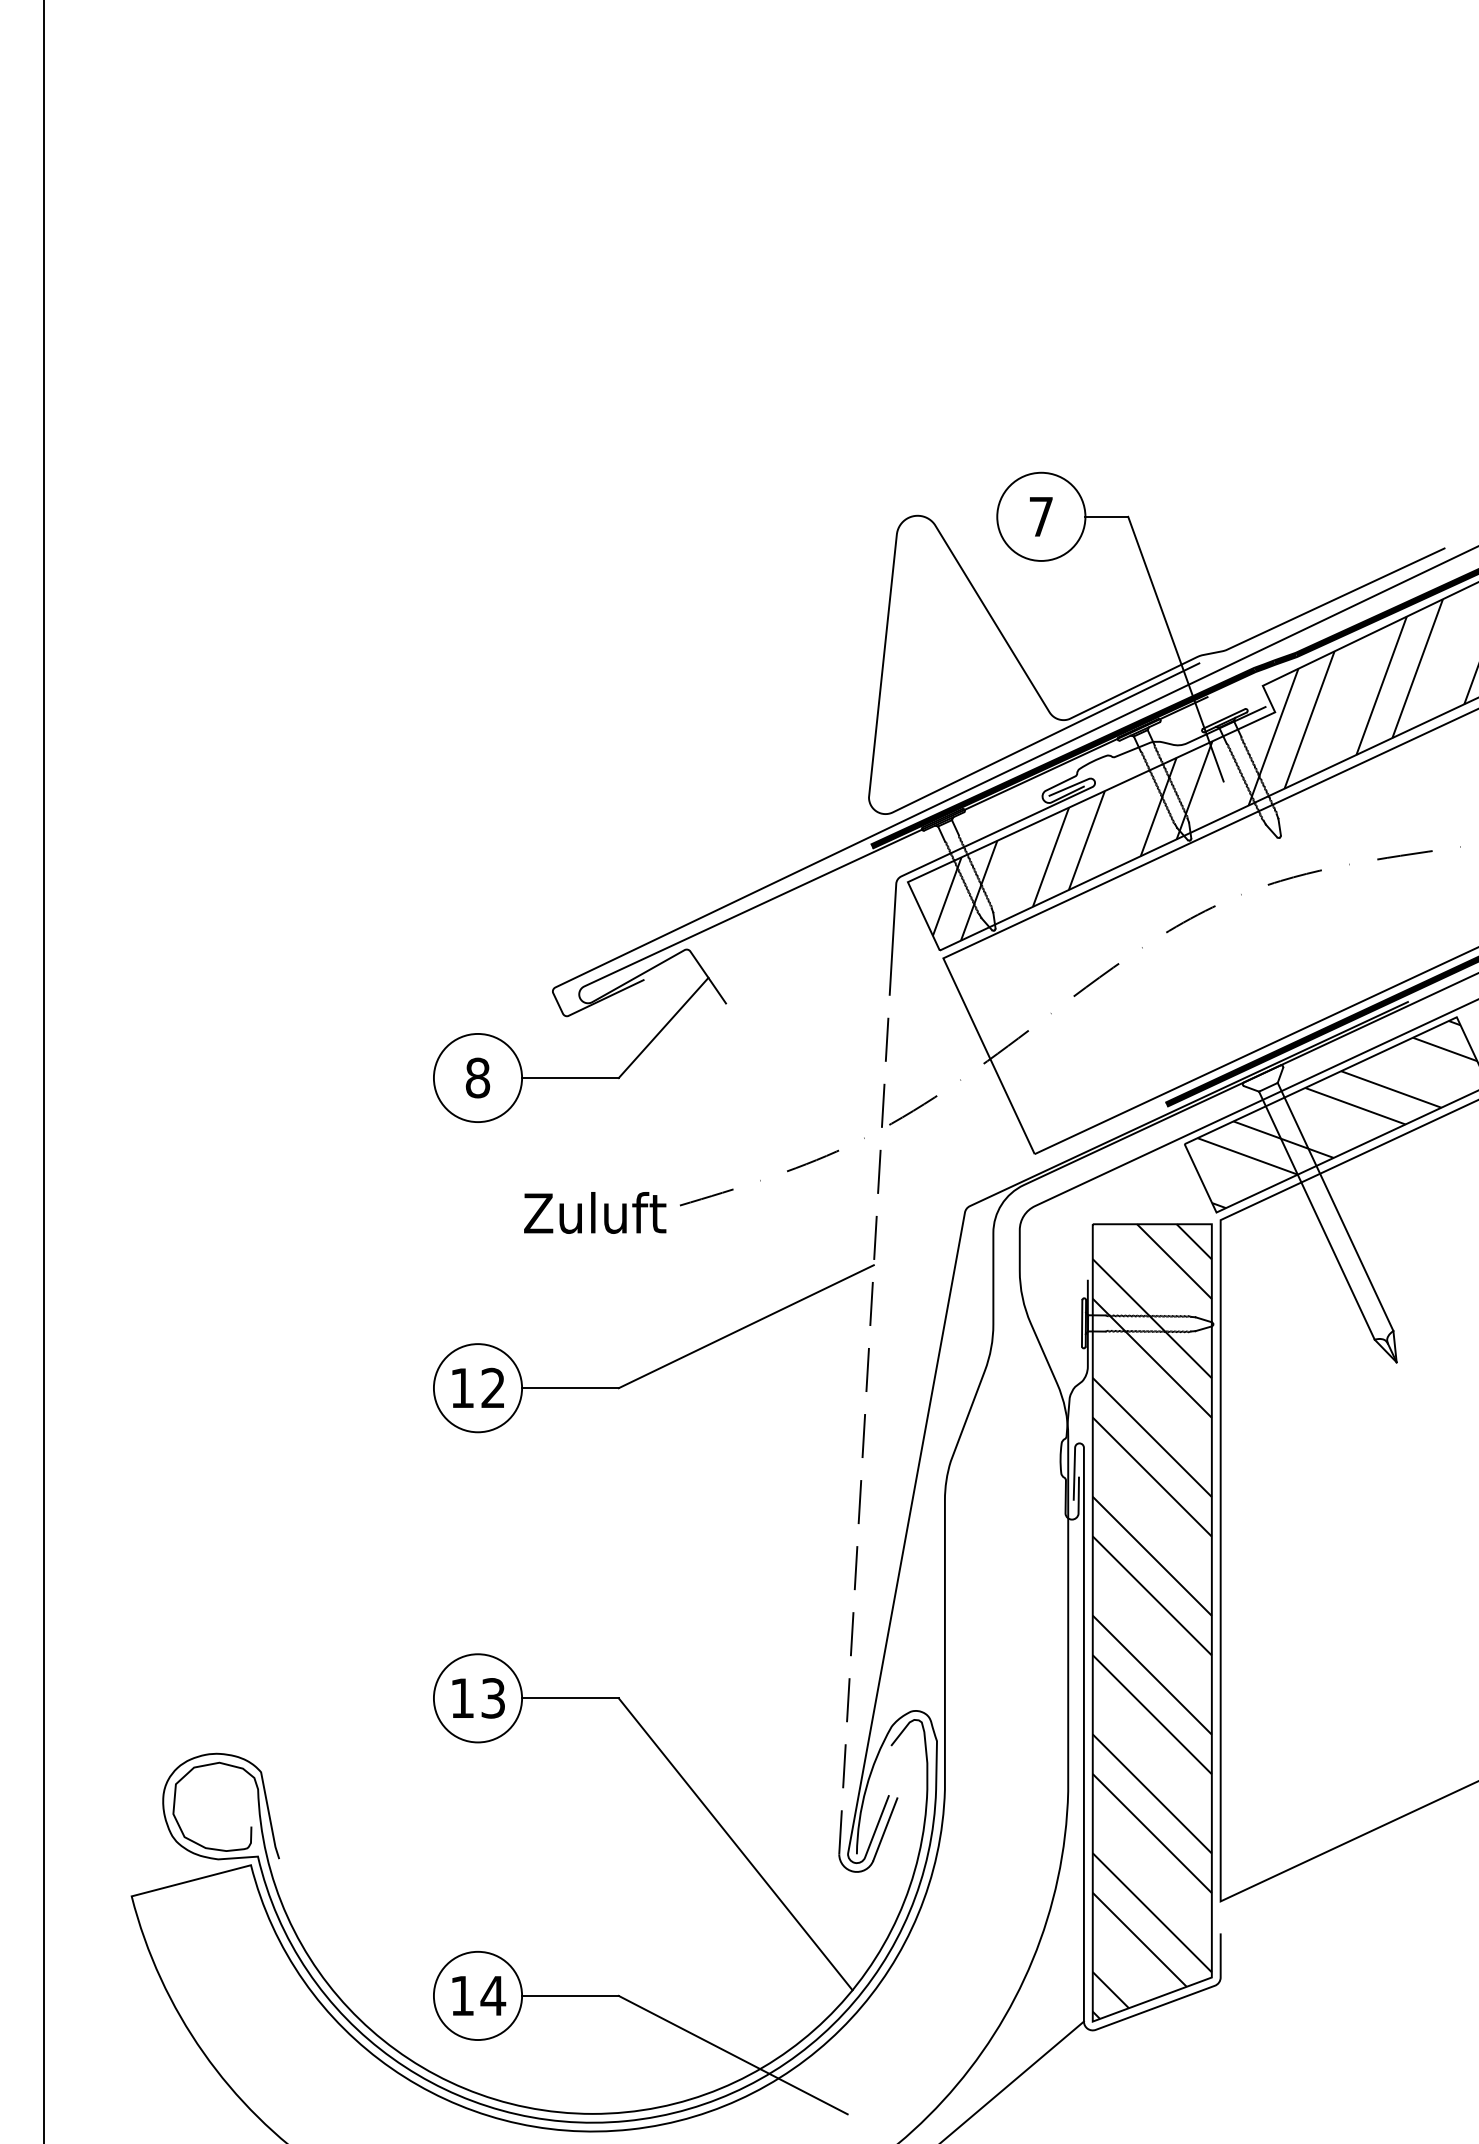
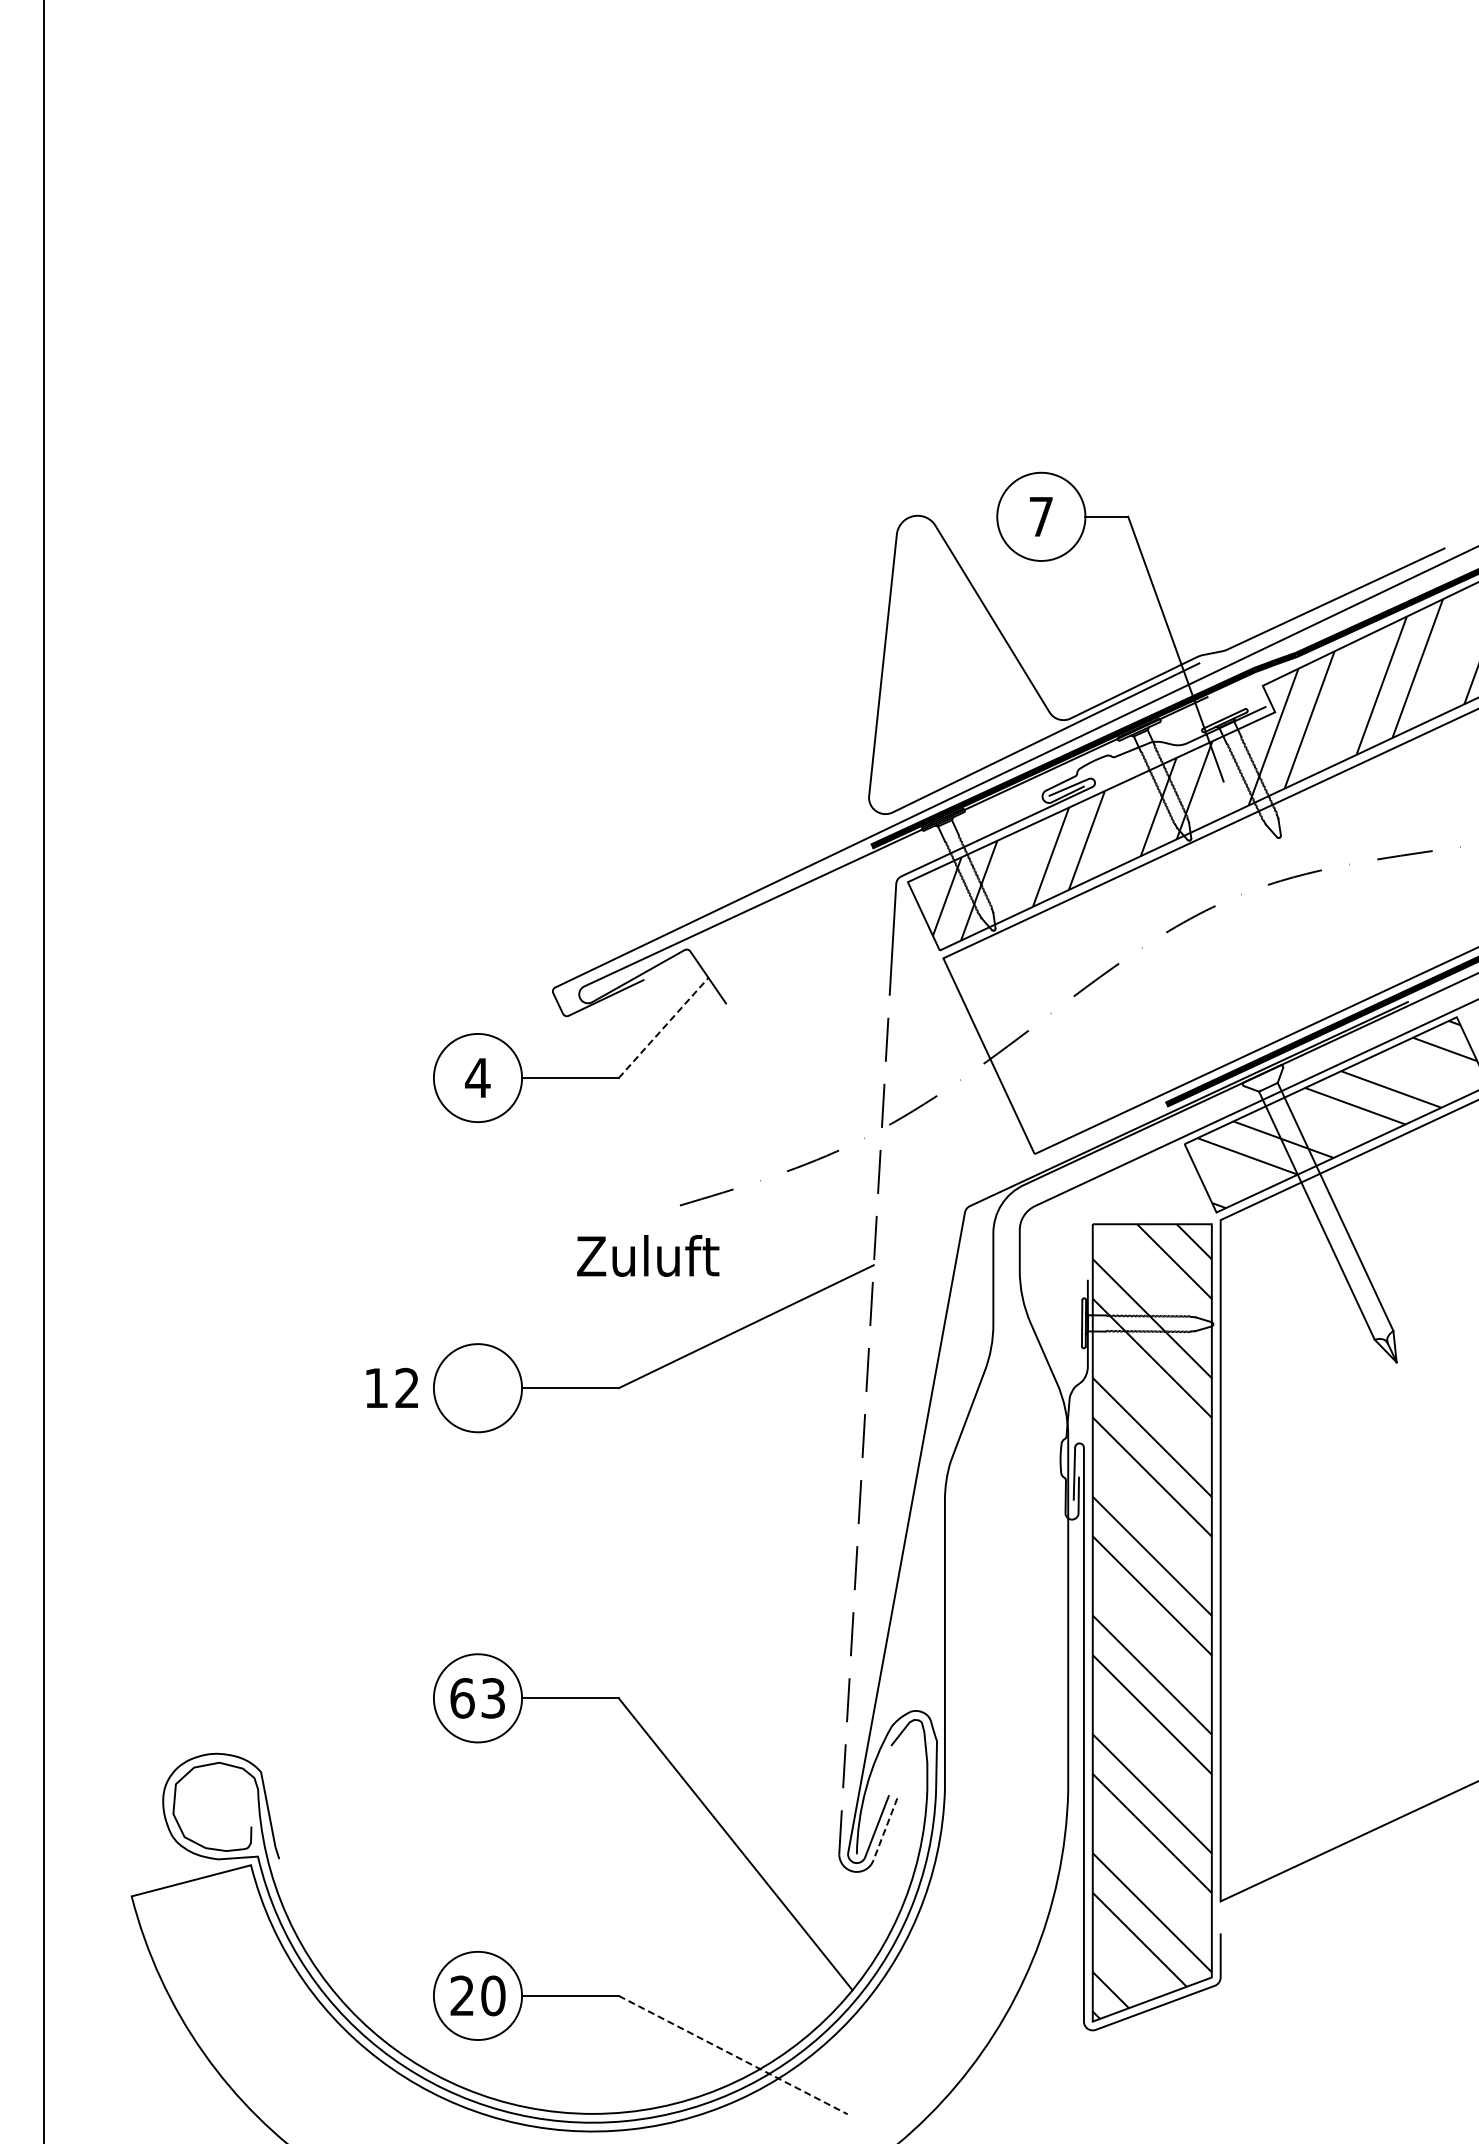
line at (663, 1027): solid -> dashed
text at (477, 1077): 8 -> 4
text at (595, 1212) position: (595, 1212) -> (648, 1255)
text at (477, 1387) position: (477, 1387) -> (391, 1387)
text at (462, 1698): 13 -> 63
line at (885, 1829): solid -> dashed
text at (478, 1995): 14 -> 20
line at (733, 2055): solid -> dashed
line at (1013, 2080): present -> none
